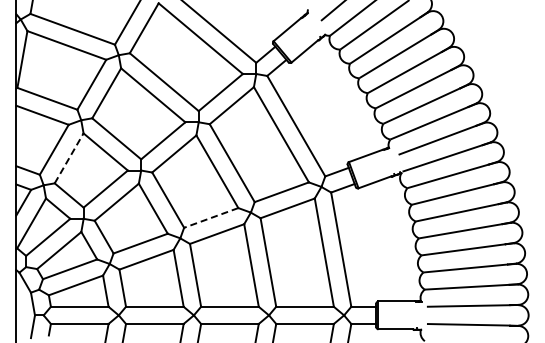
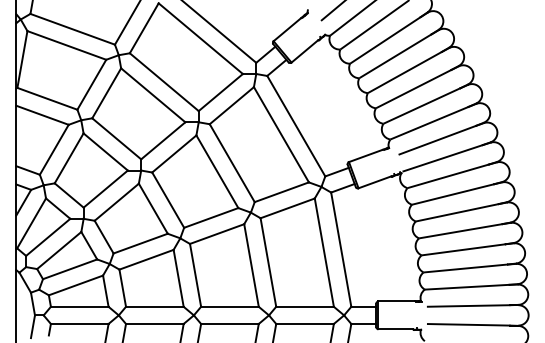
line at (69, 158): dashed -> solid
line at (211, 217): dashed -> solid
